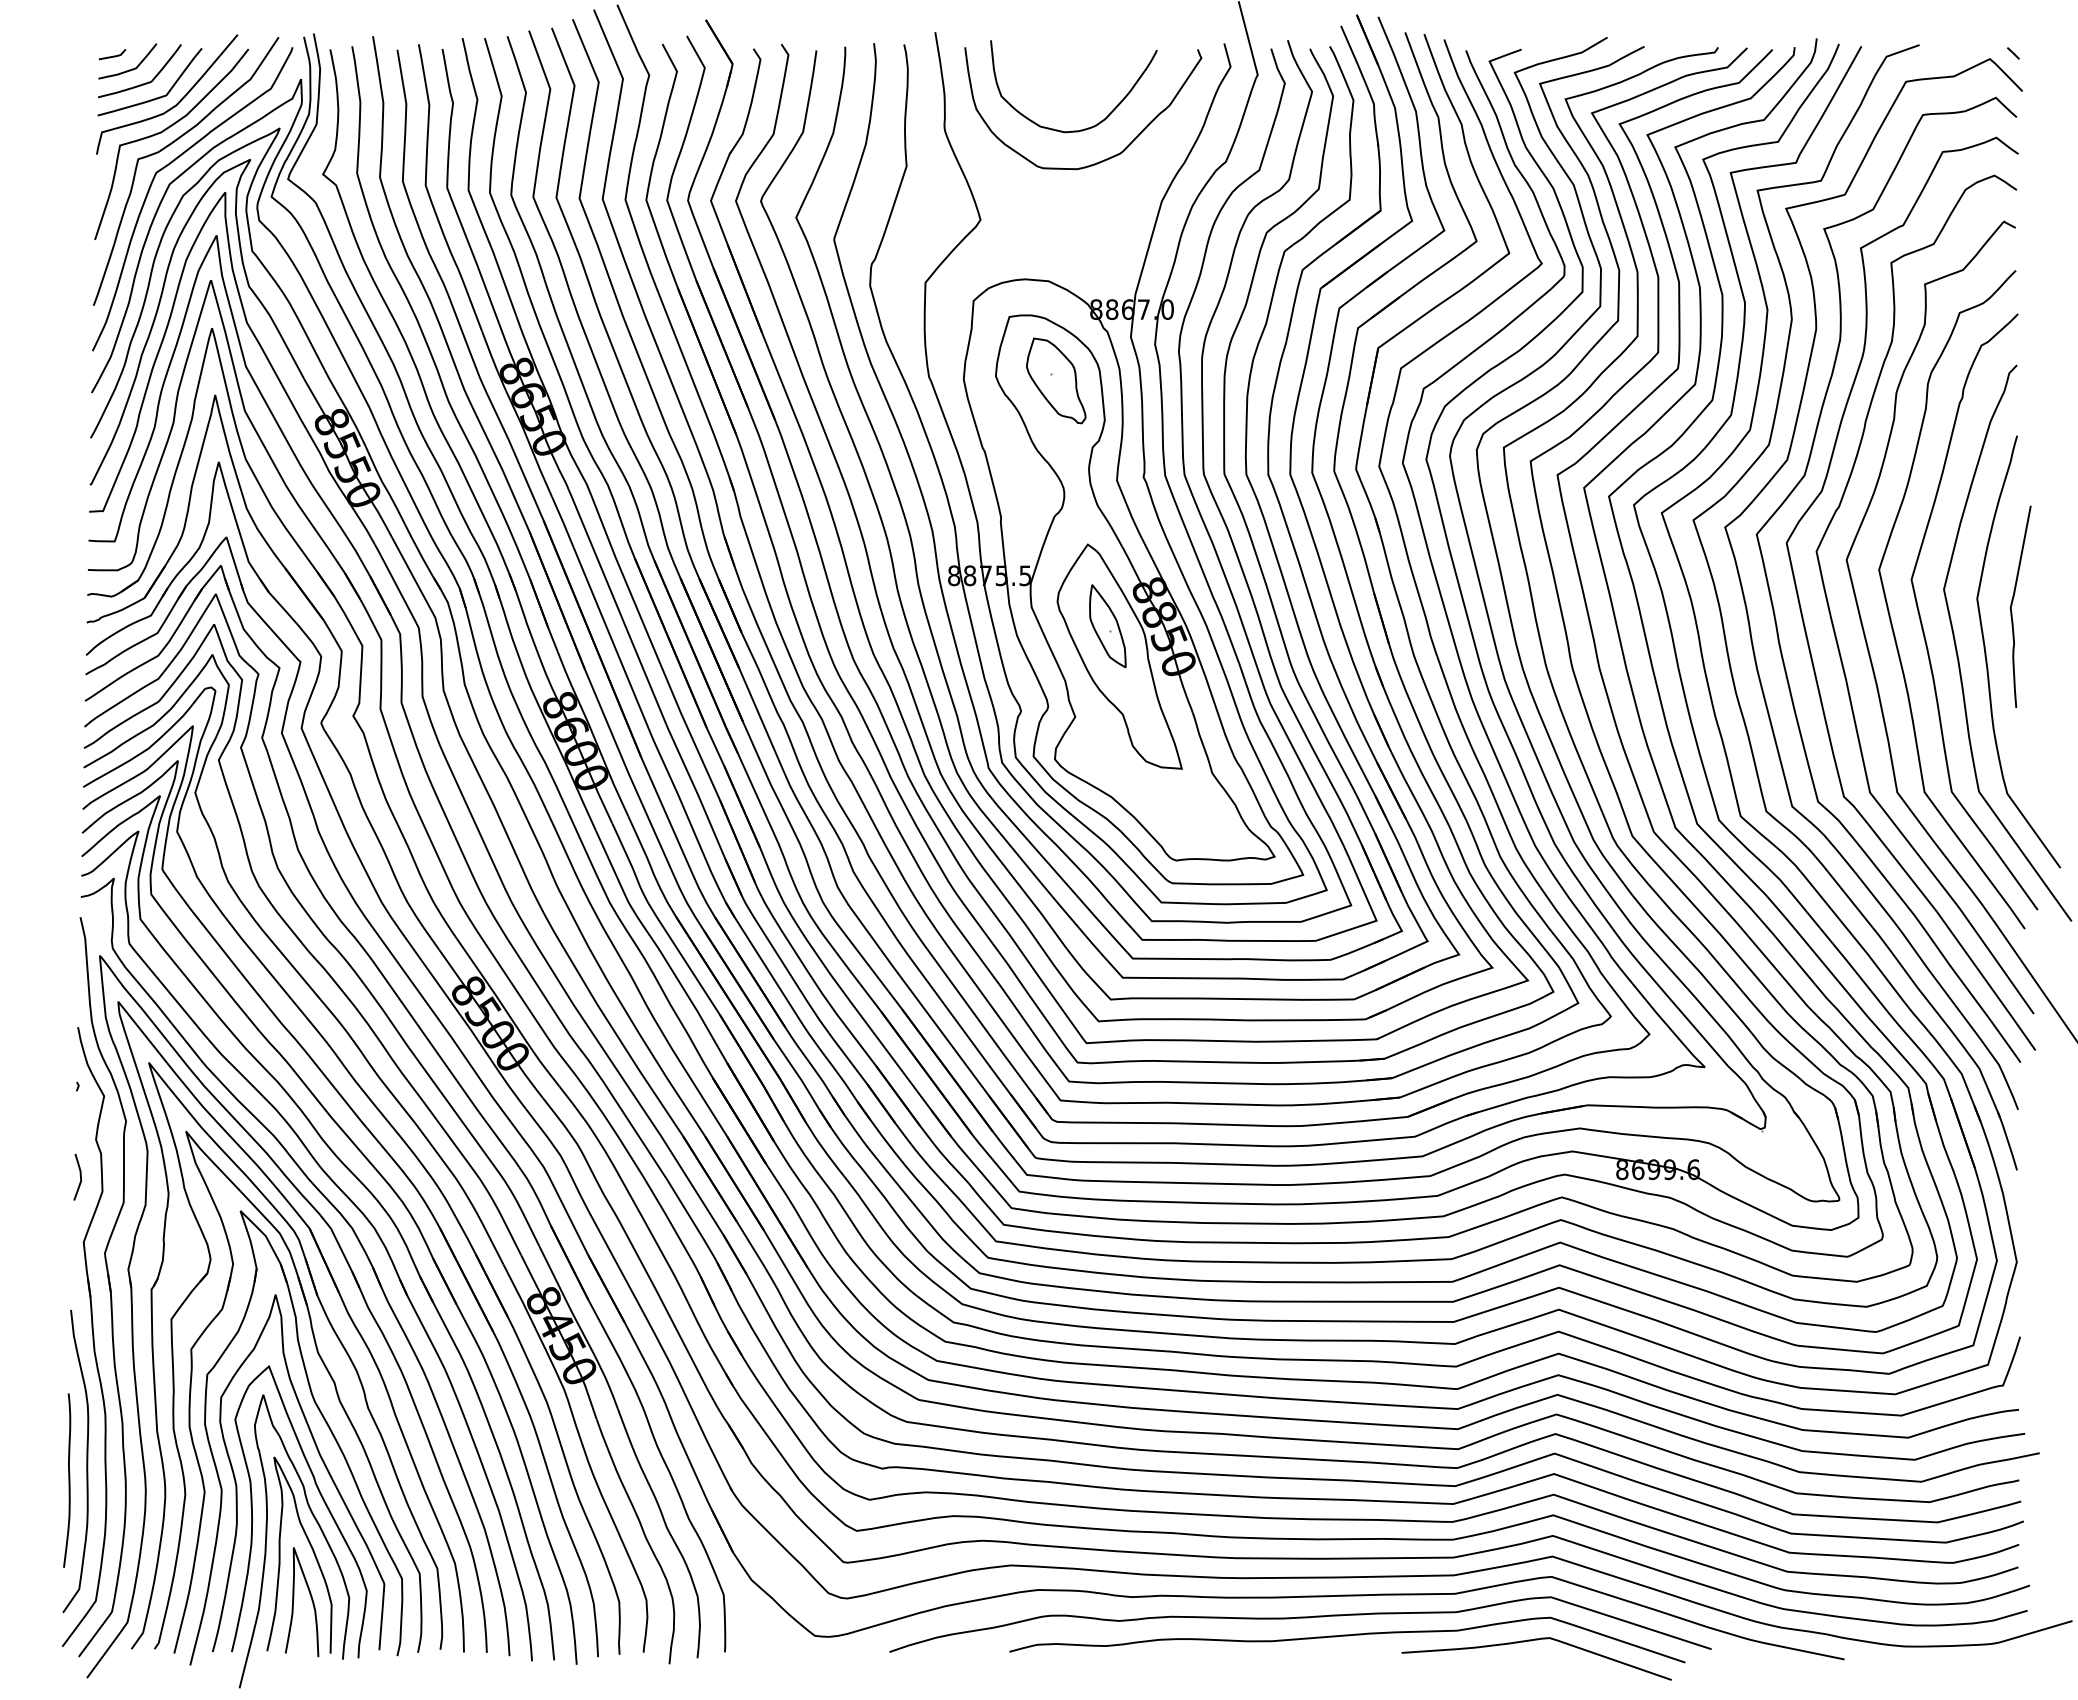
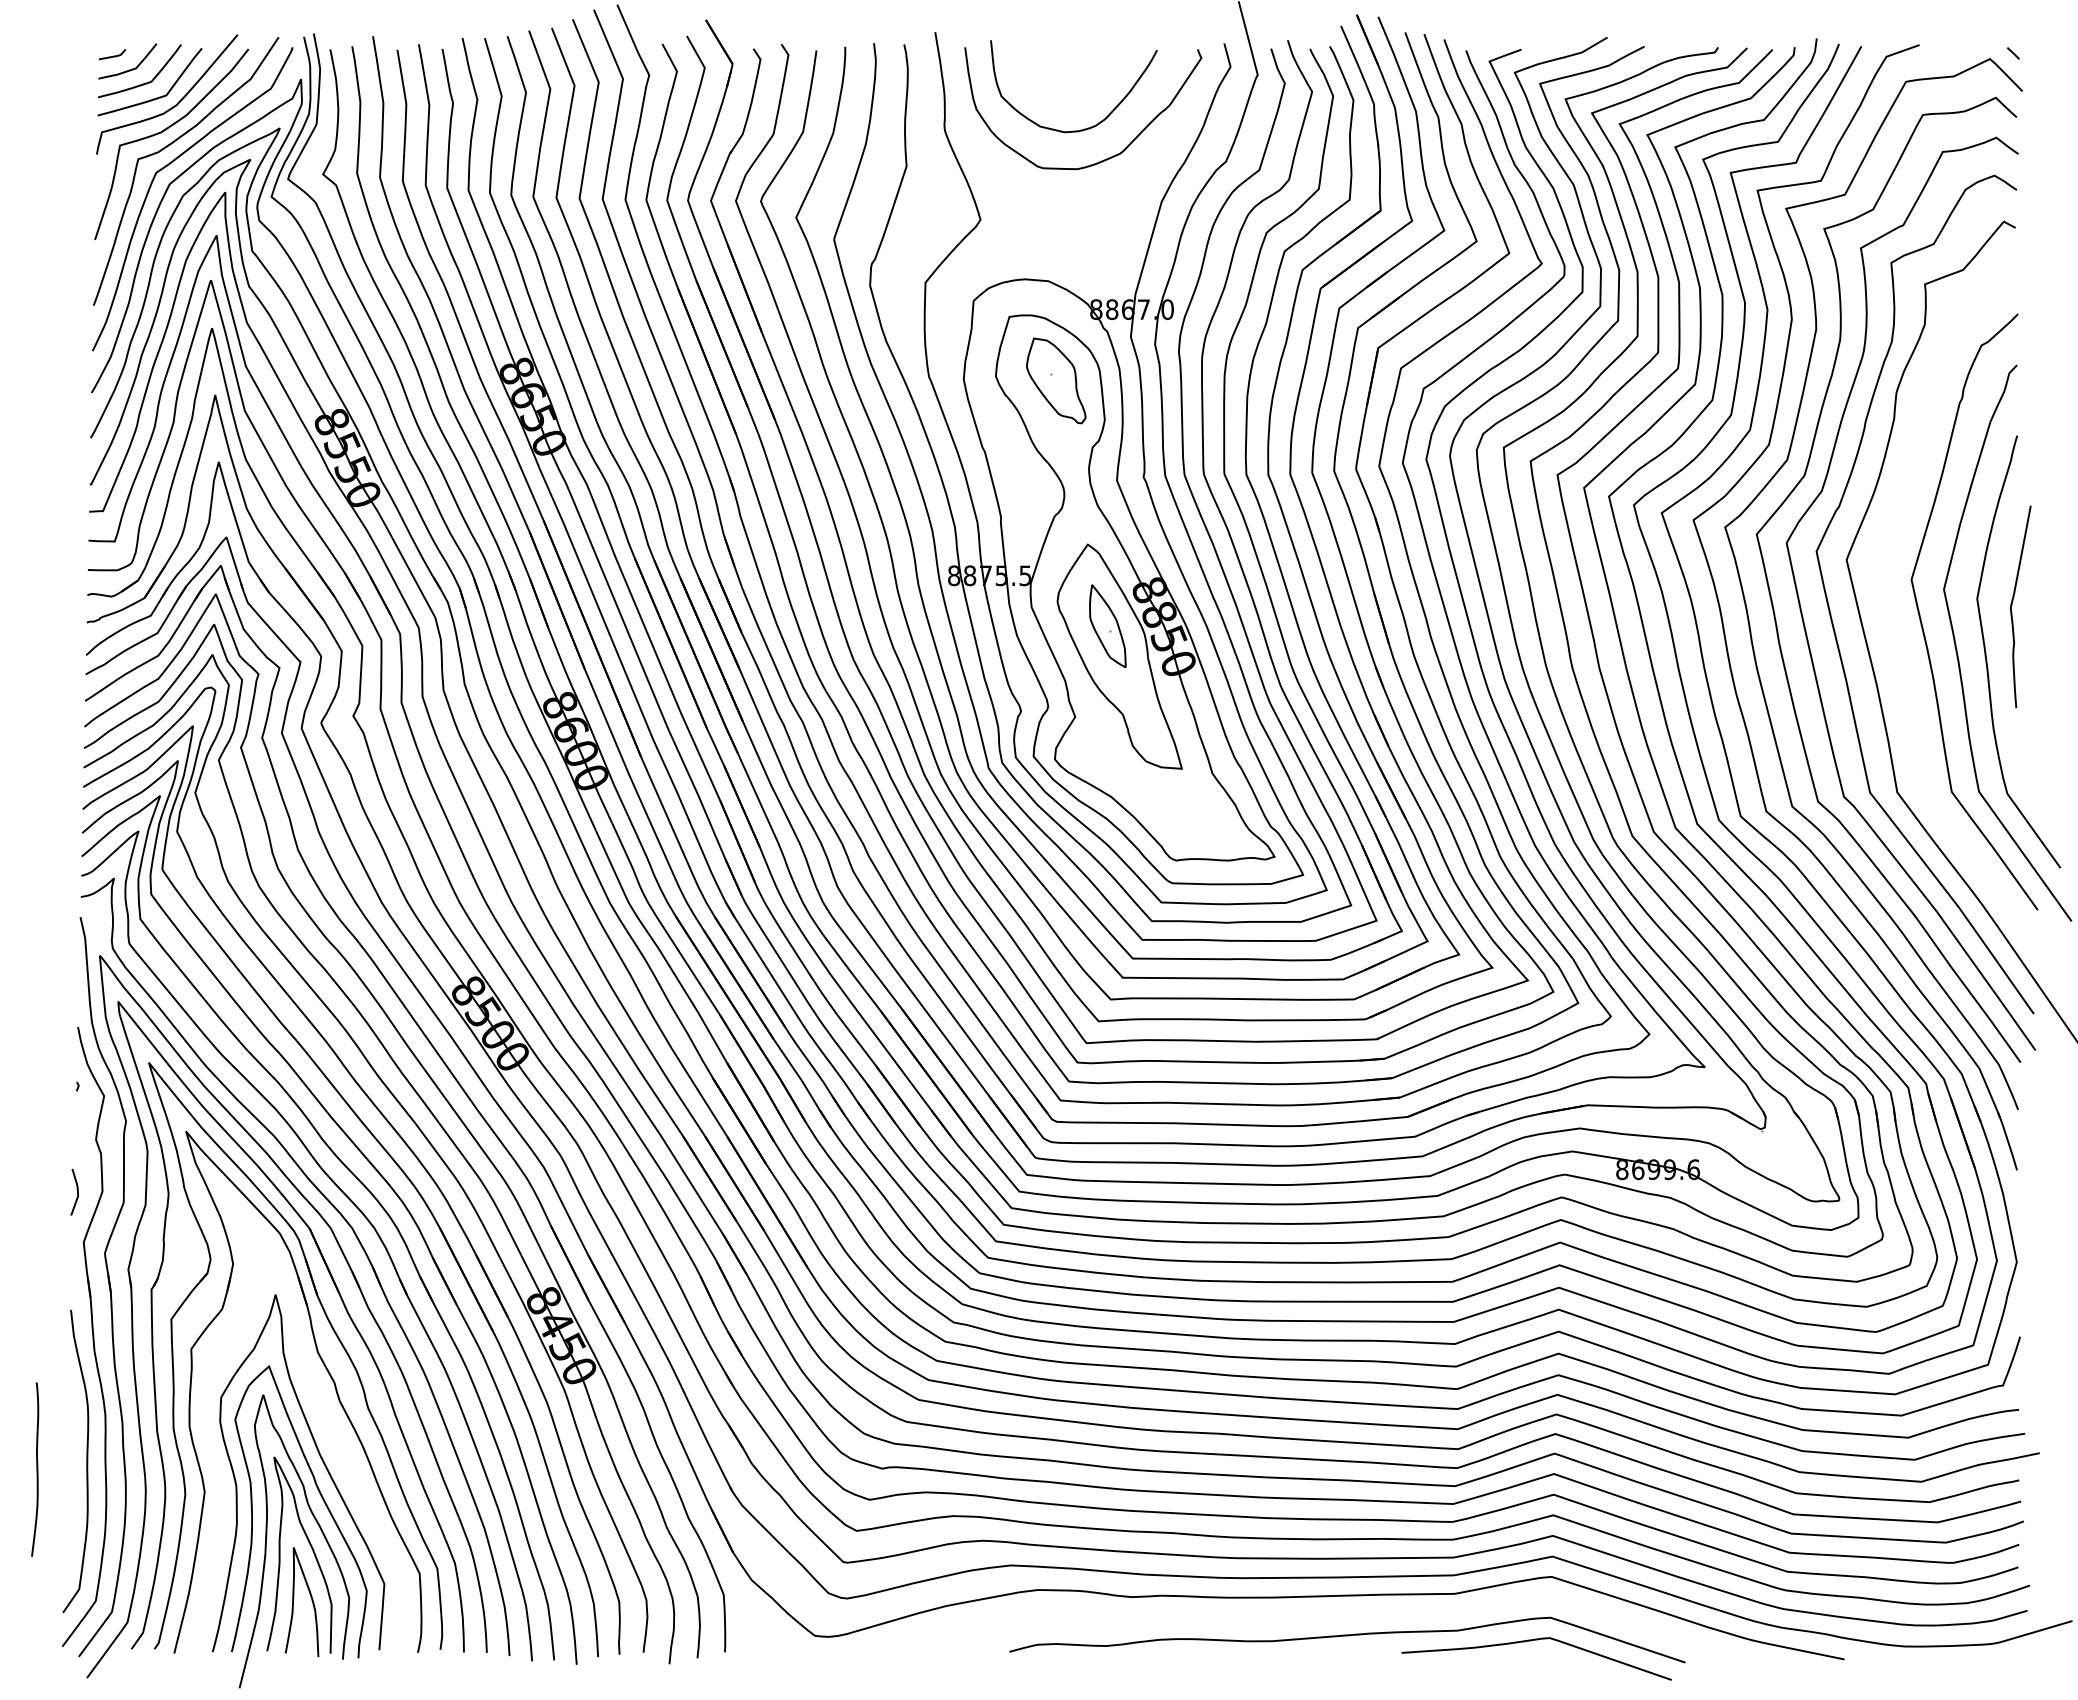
curve at (1890, 614): present -> none
curve at (79, 1175) position: (79, 1175) -> (76, 1190)
part at (324, 1421): present -> none
curve at (68, 1480) position: (68, 1480) -> (36, 1469)
curve at (1300, 1618): present -> none
